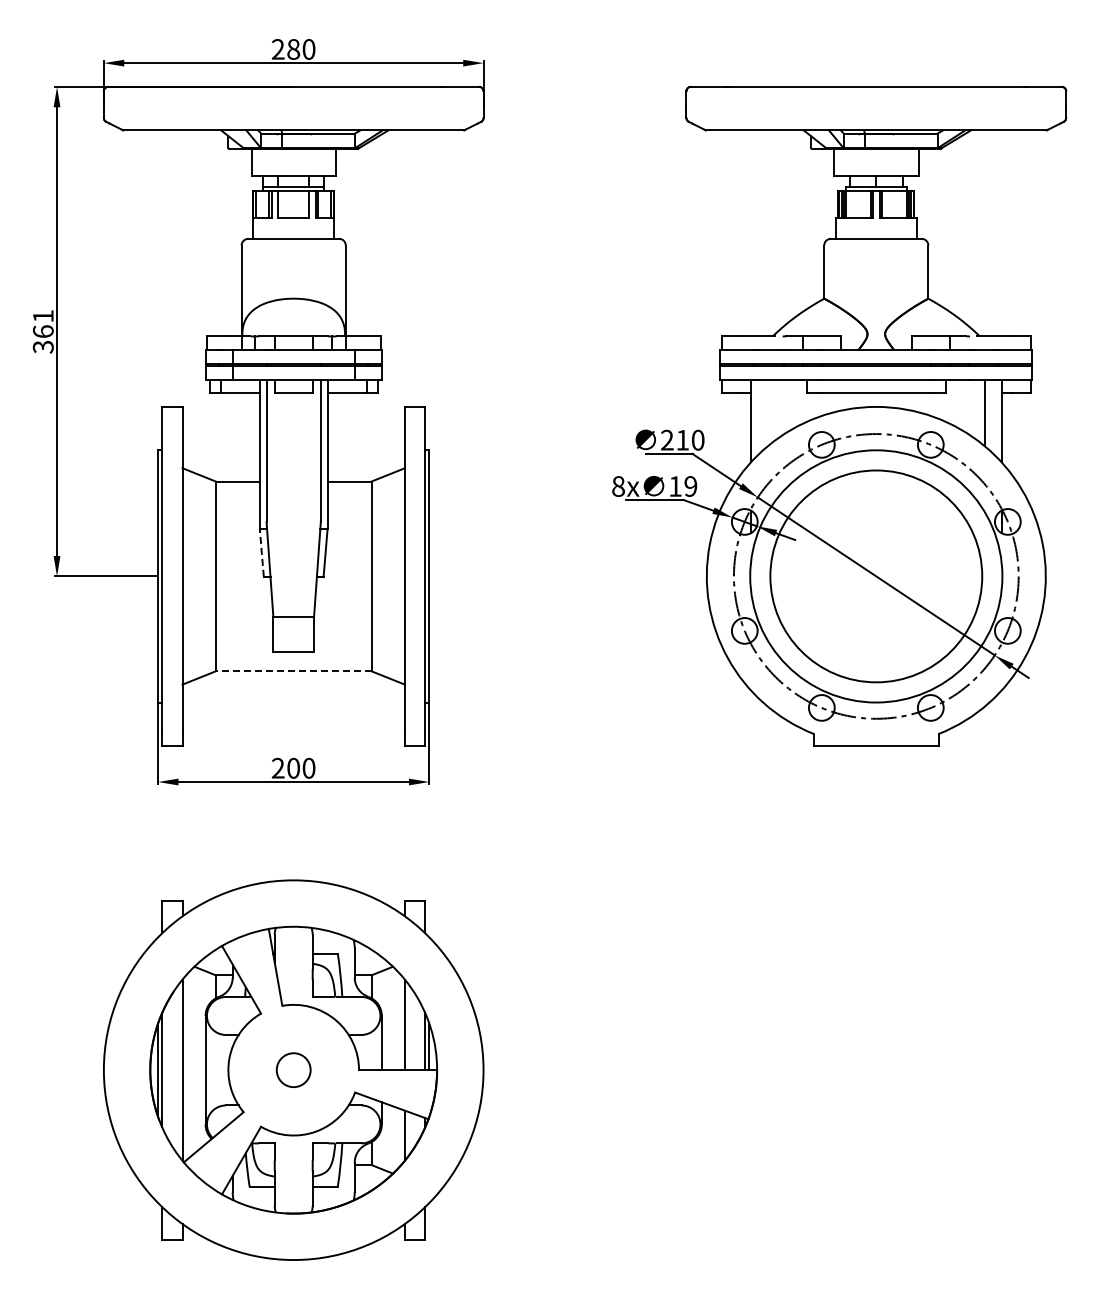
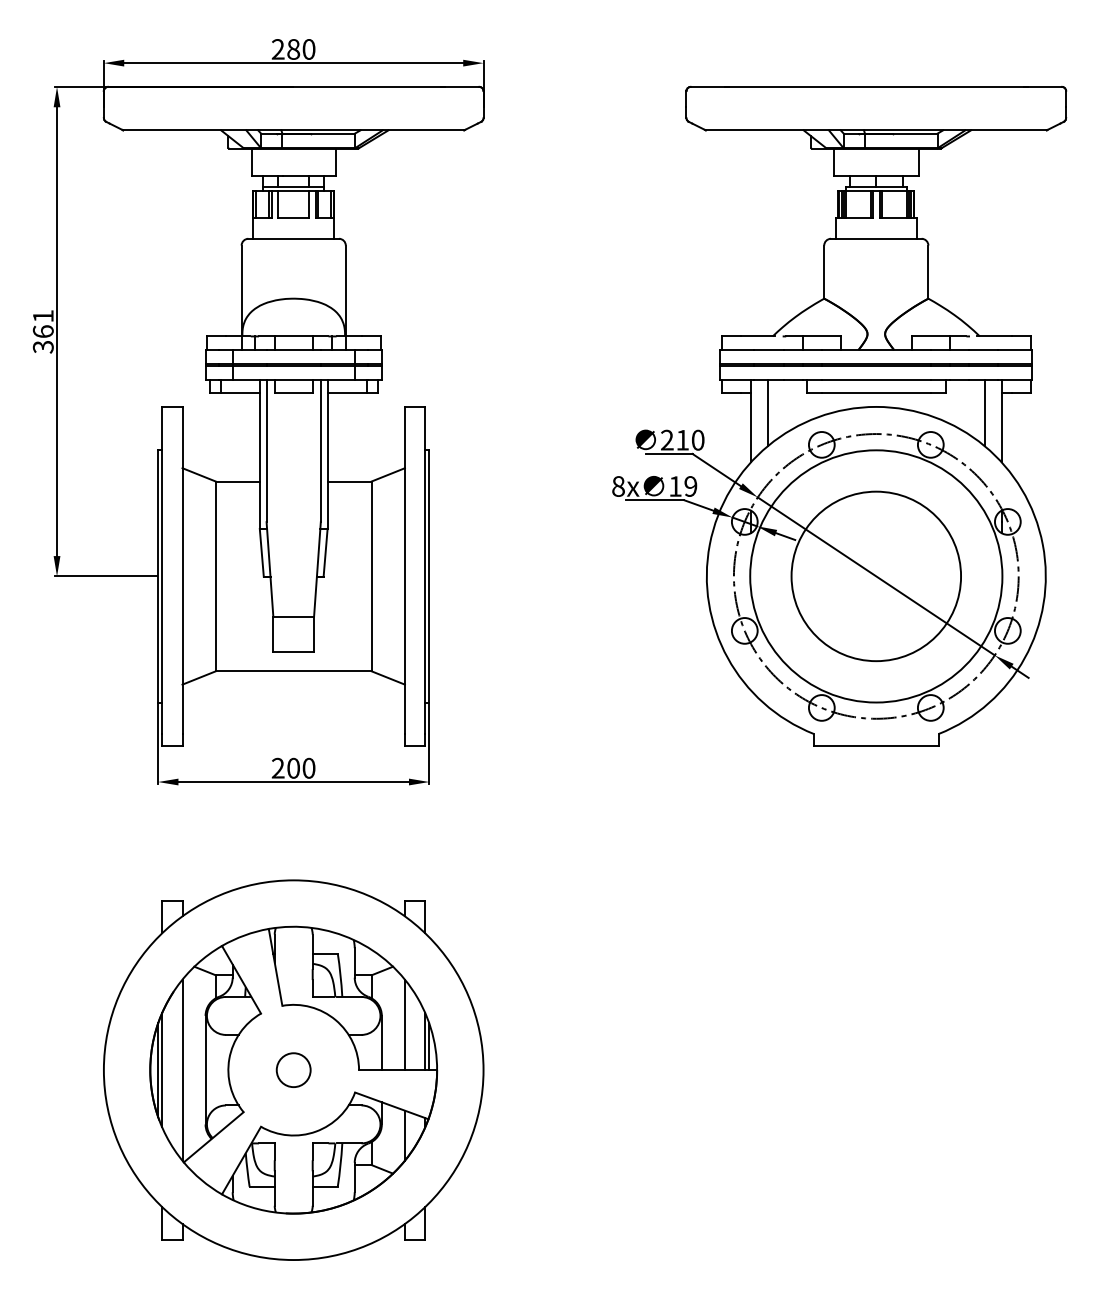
line at (767, 412): none -> present
line at (261, 552): dashed -> solid
circle at (876, 576) diameter: 212 px -> 169 px
line at (293, 671): dashed -> solid
